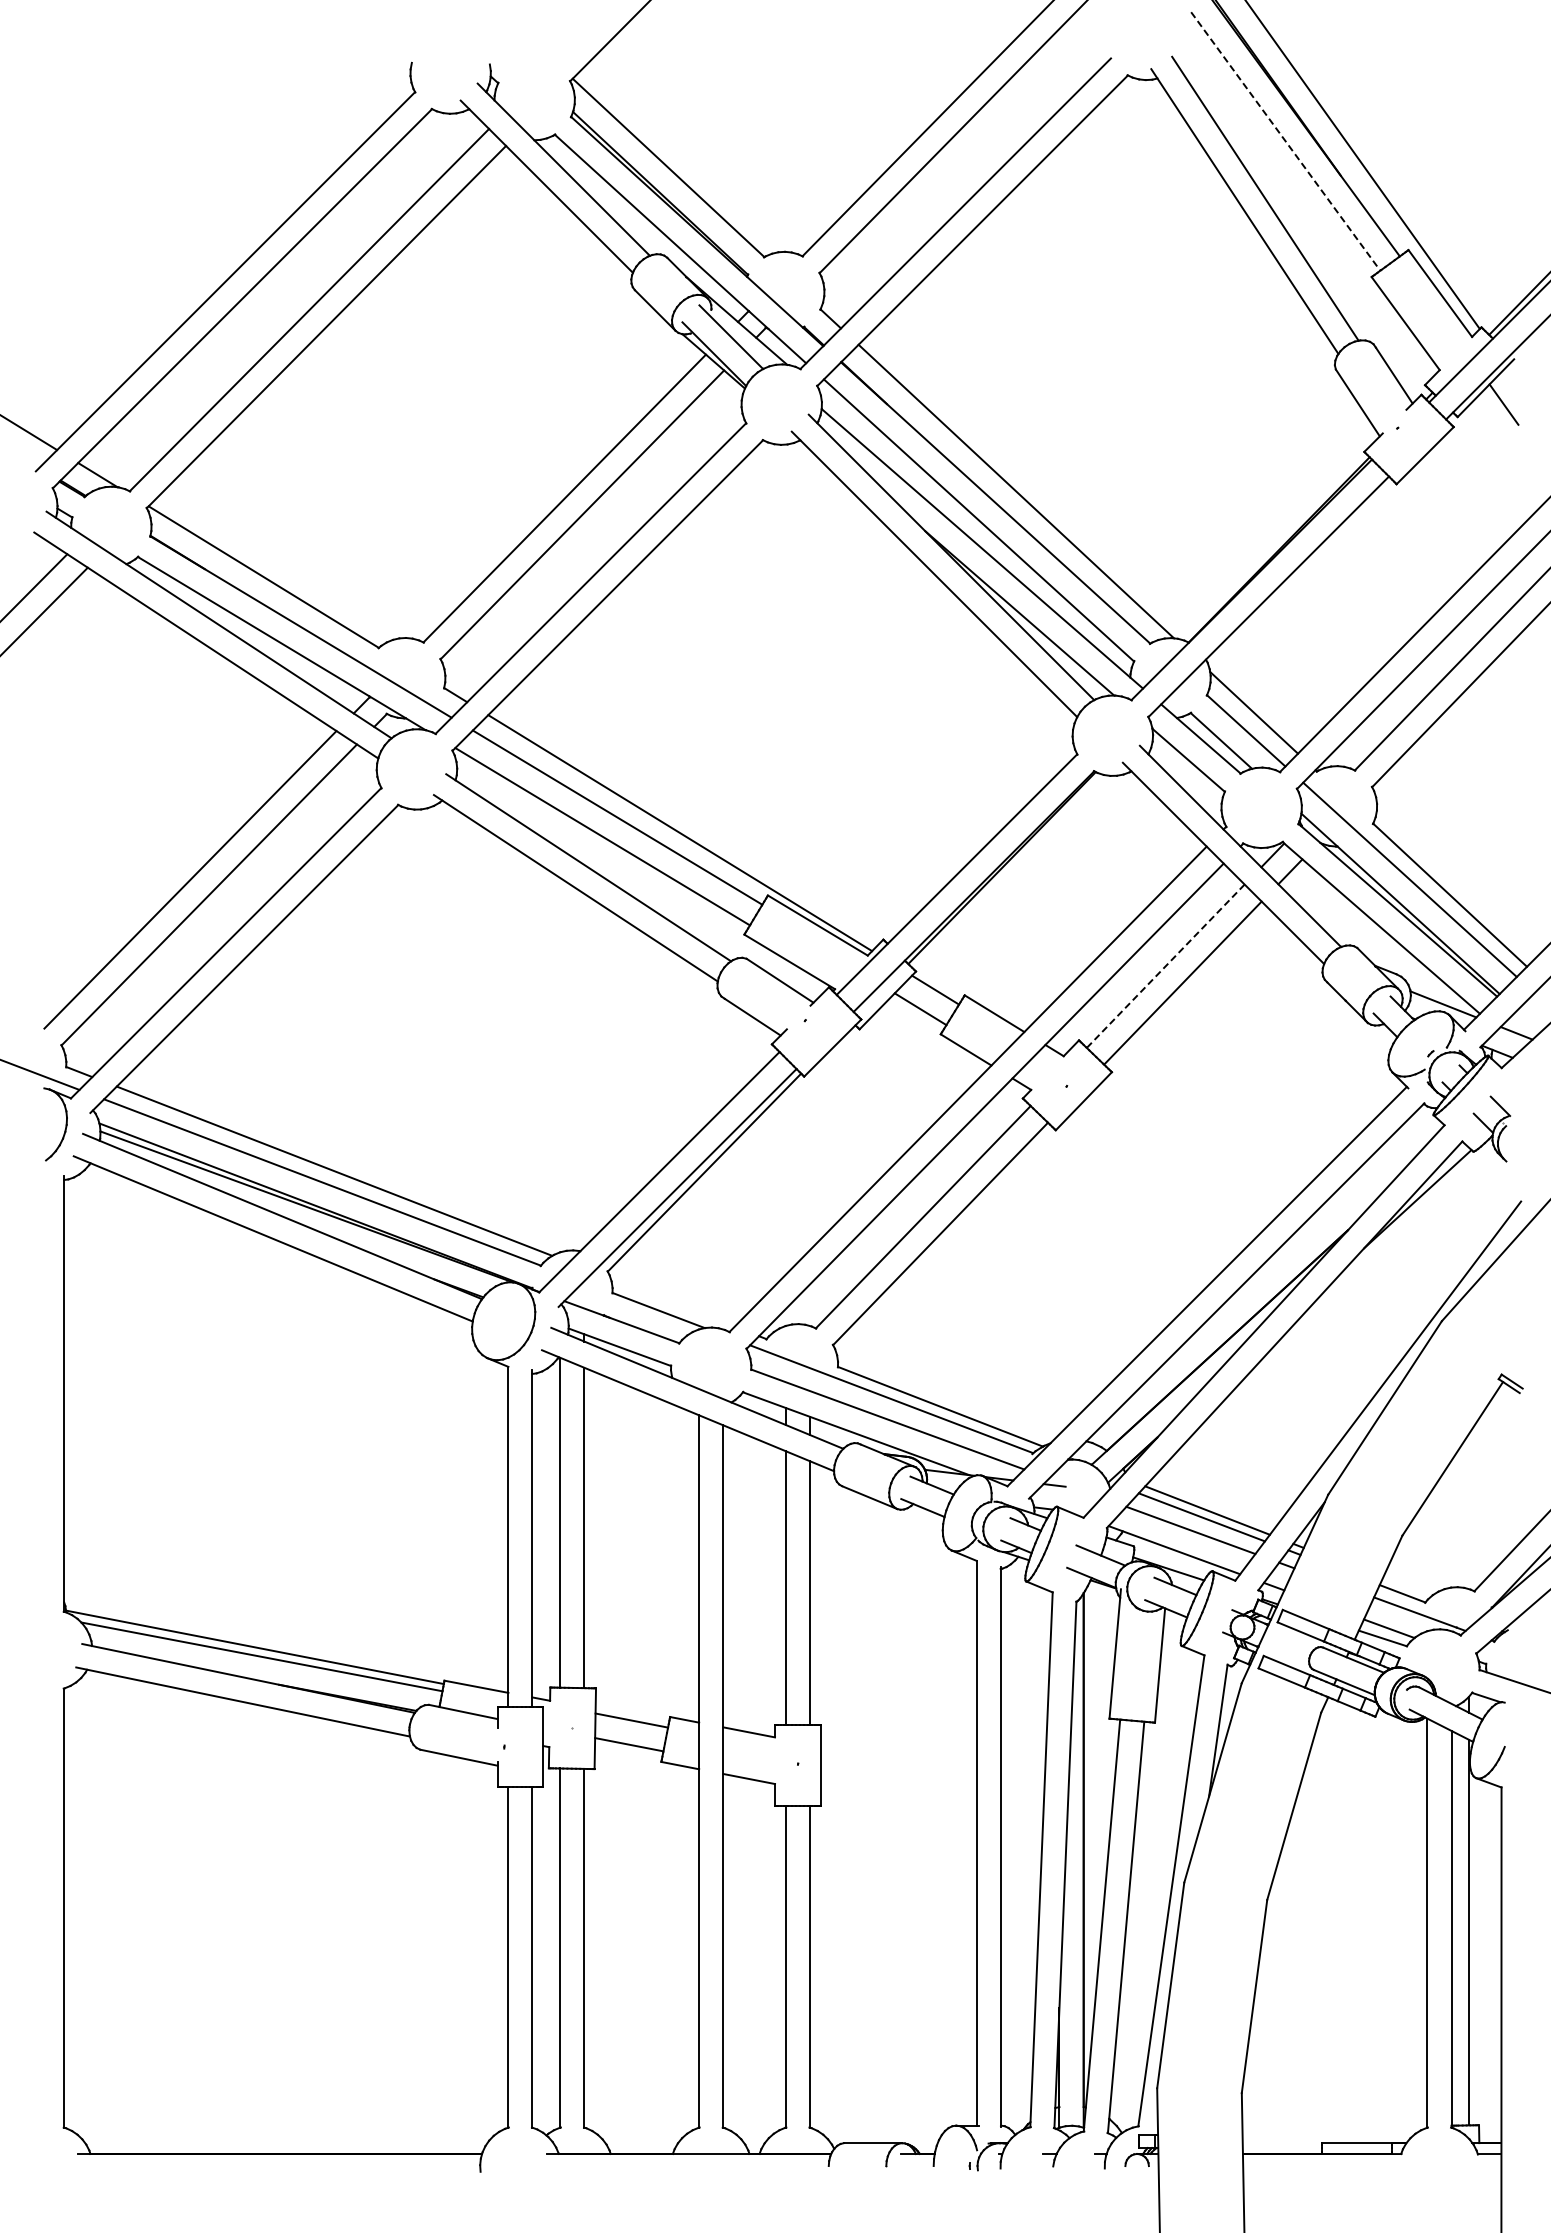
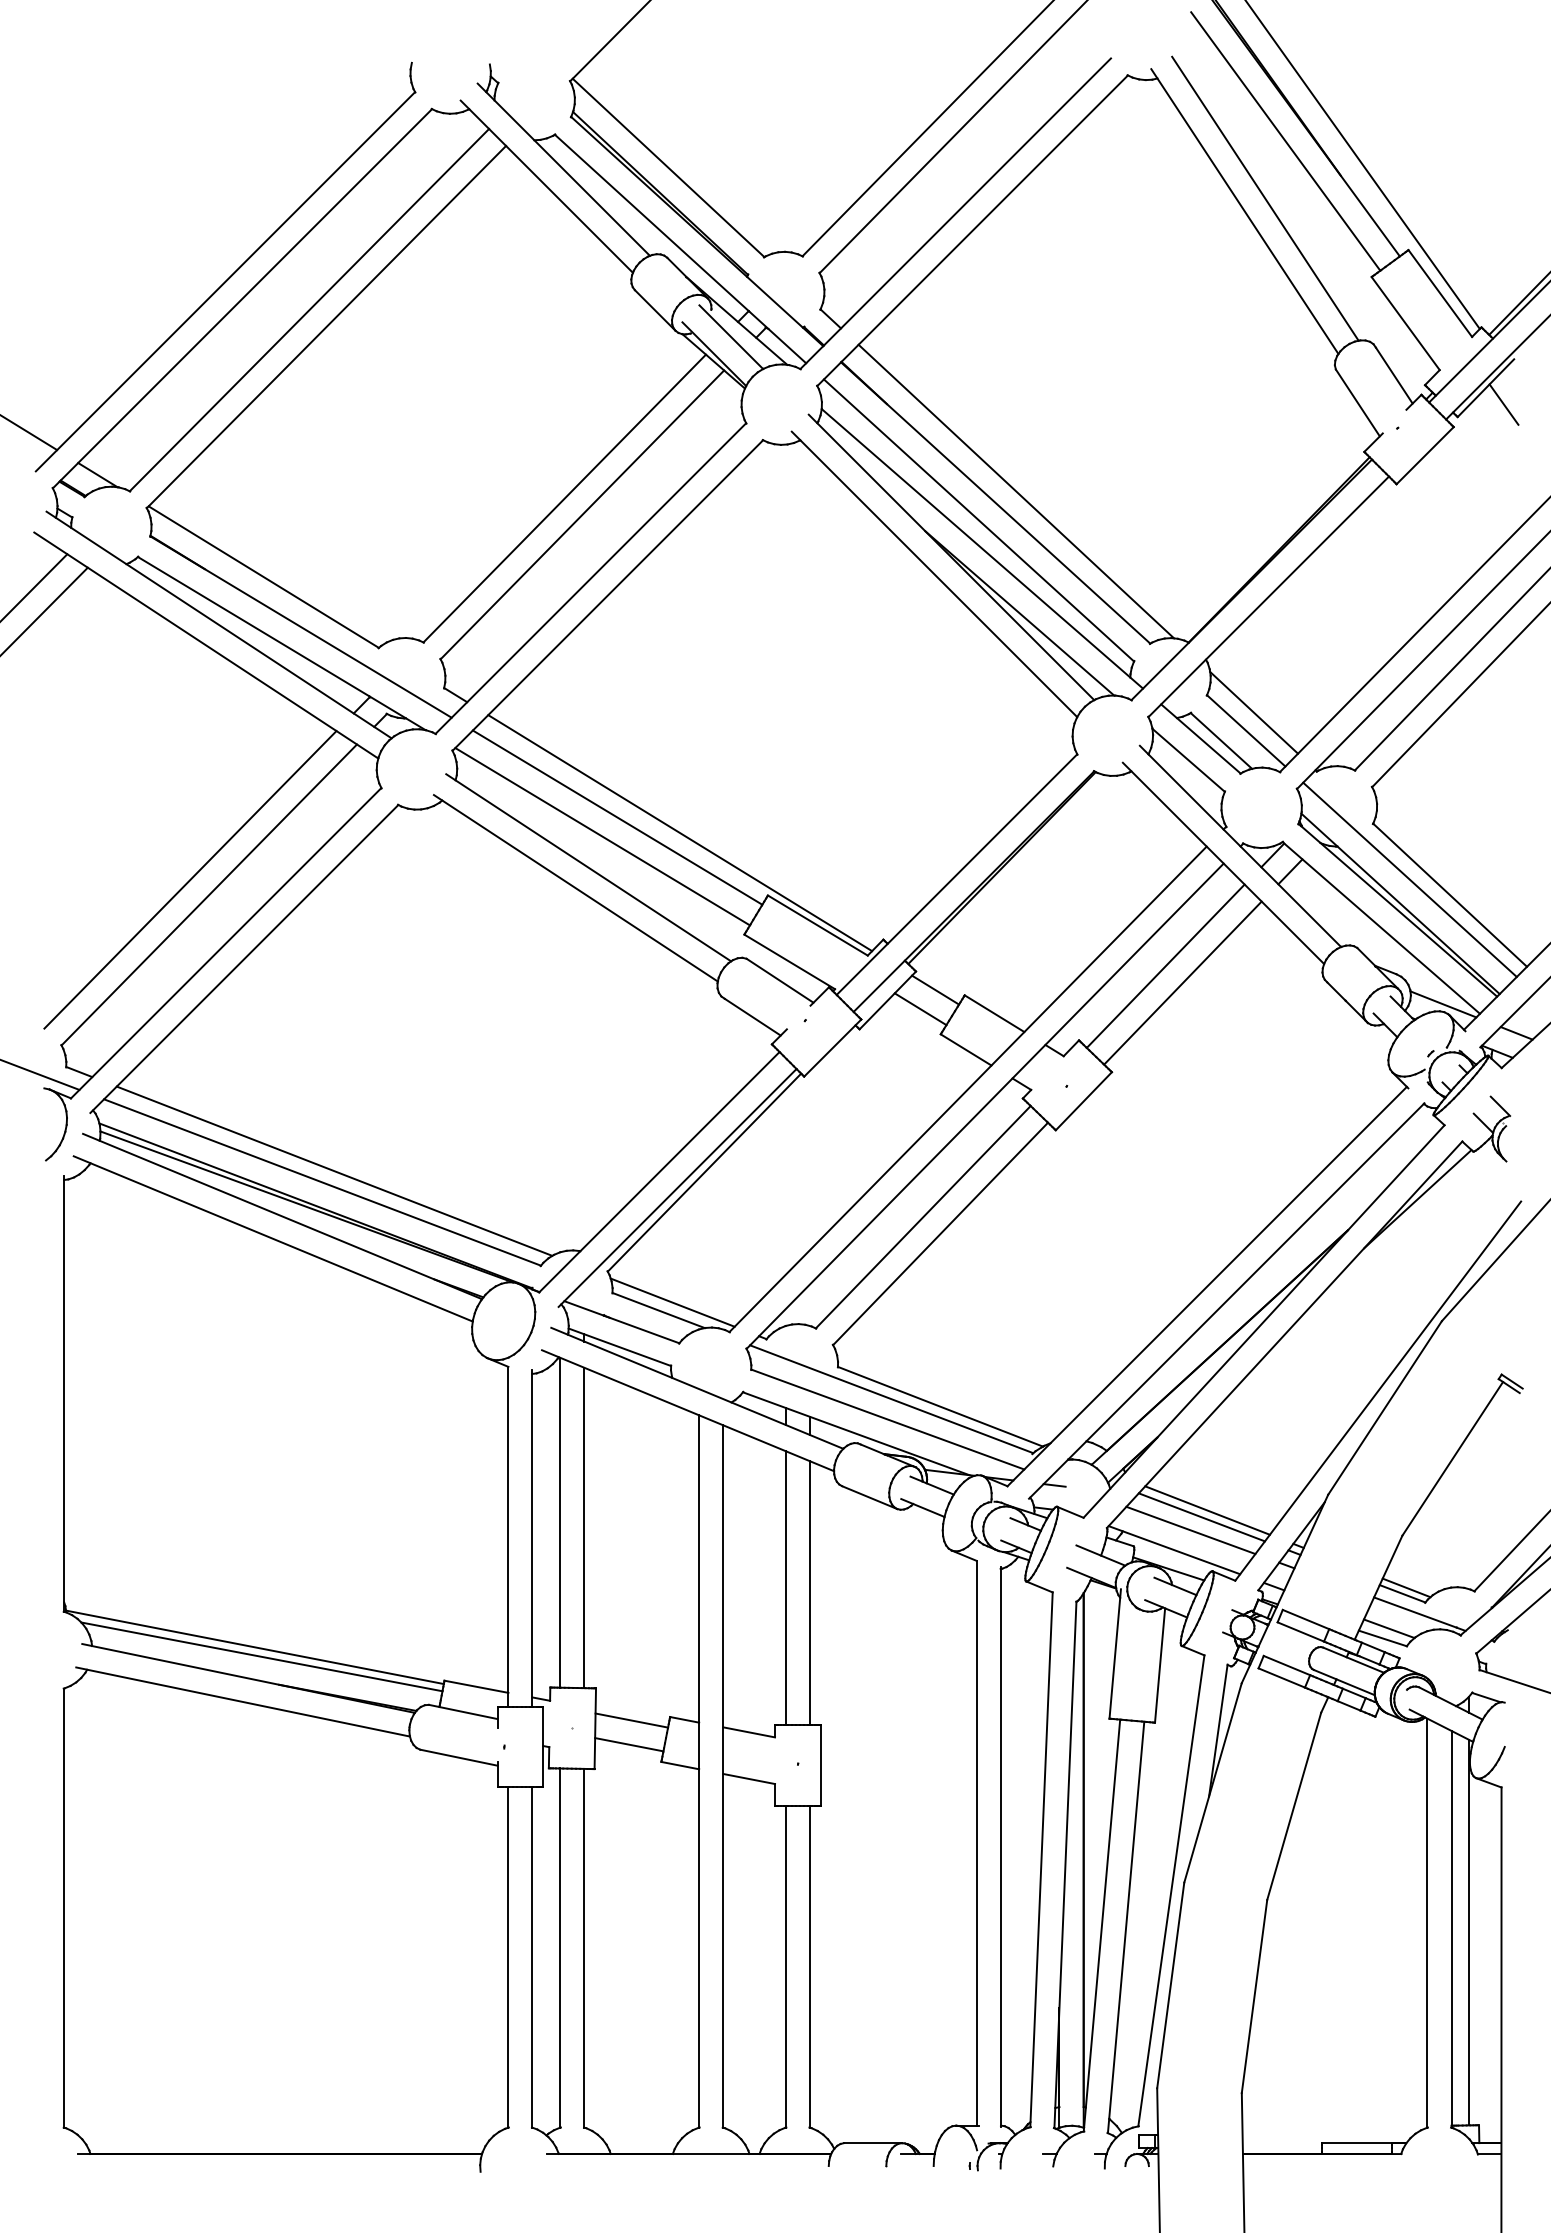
line at (1286, 141): dashed -> solid
line at (1165, 966): dashed -> solid
line at (672, 1302): none -> present
line at (1406, 1587): none -> present
